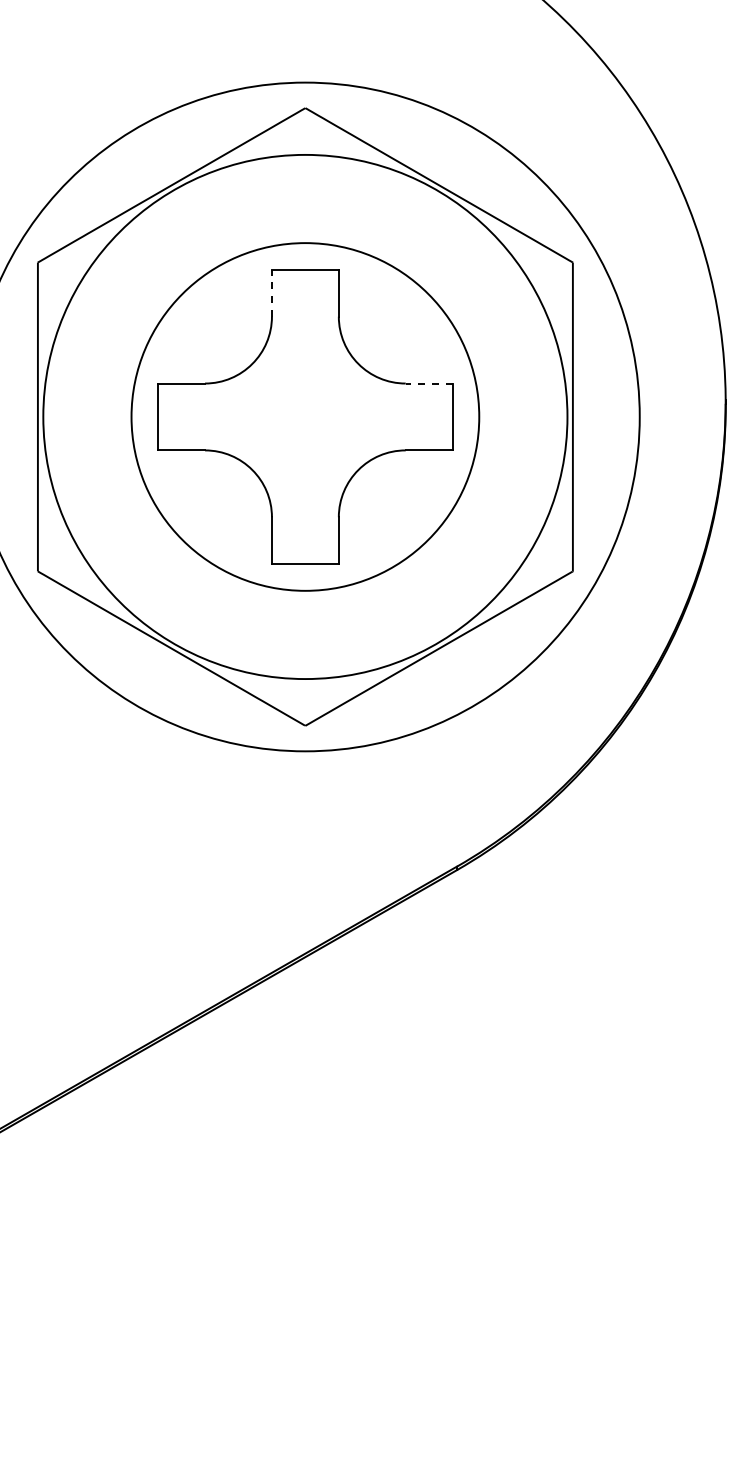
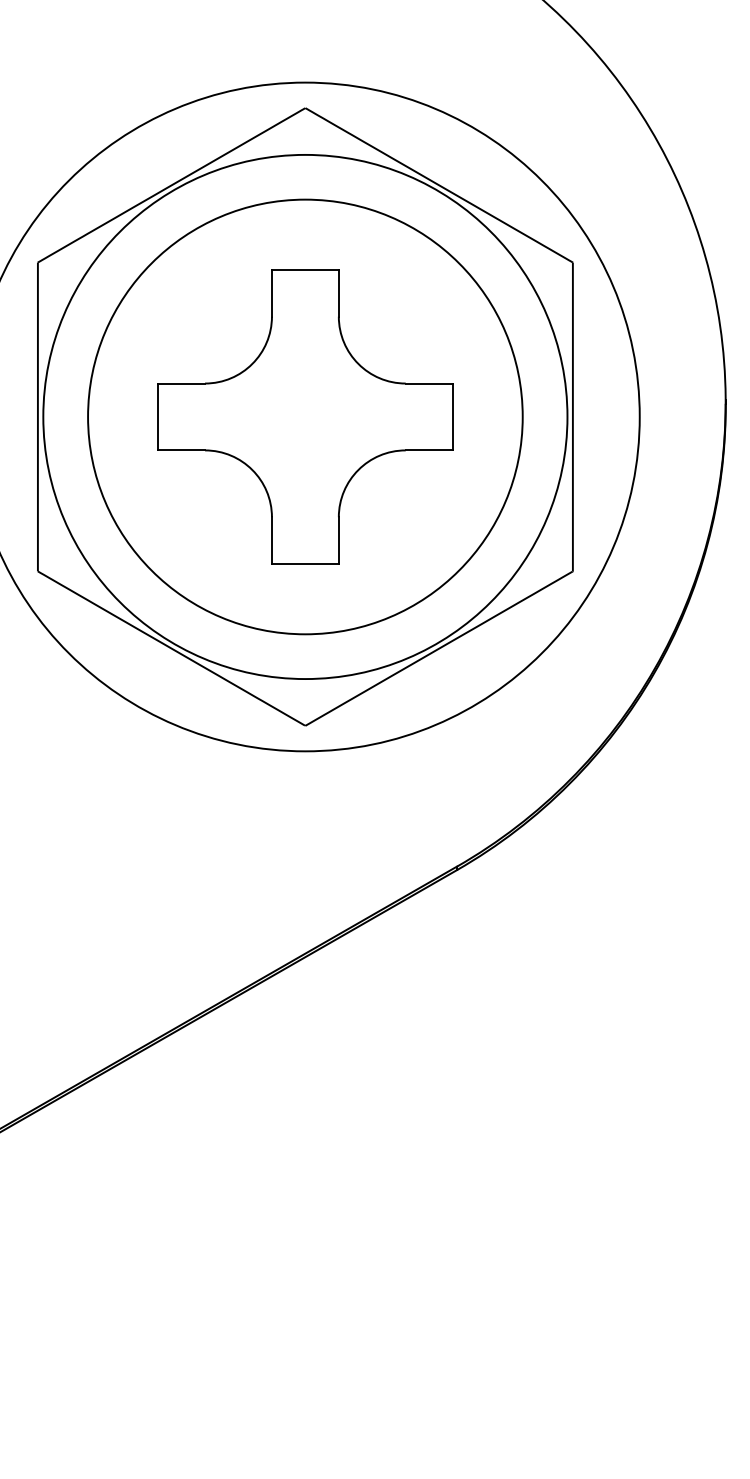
line at (271, 292): dashed -> solid
line at (428, 383): dashed -> solid
circle at (305, 416) diameter: 348 px -> 435 px
